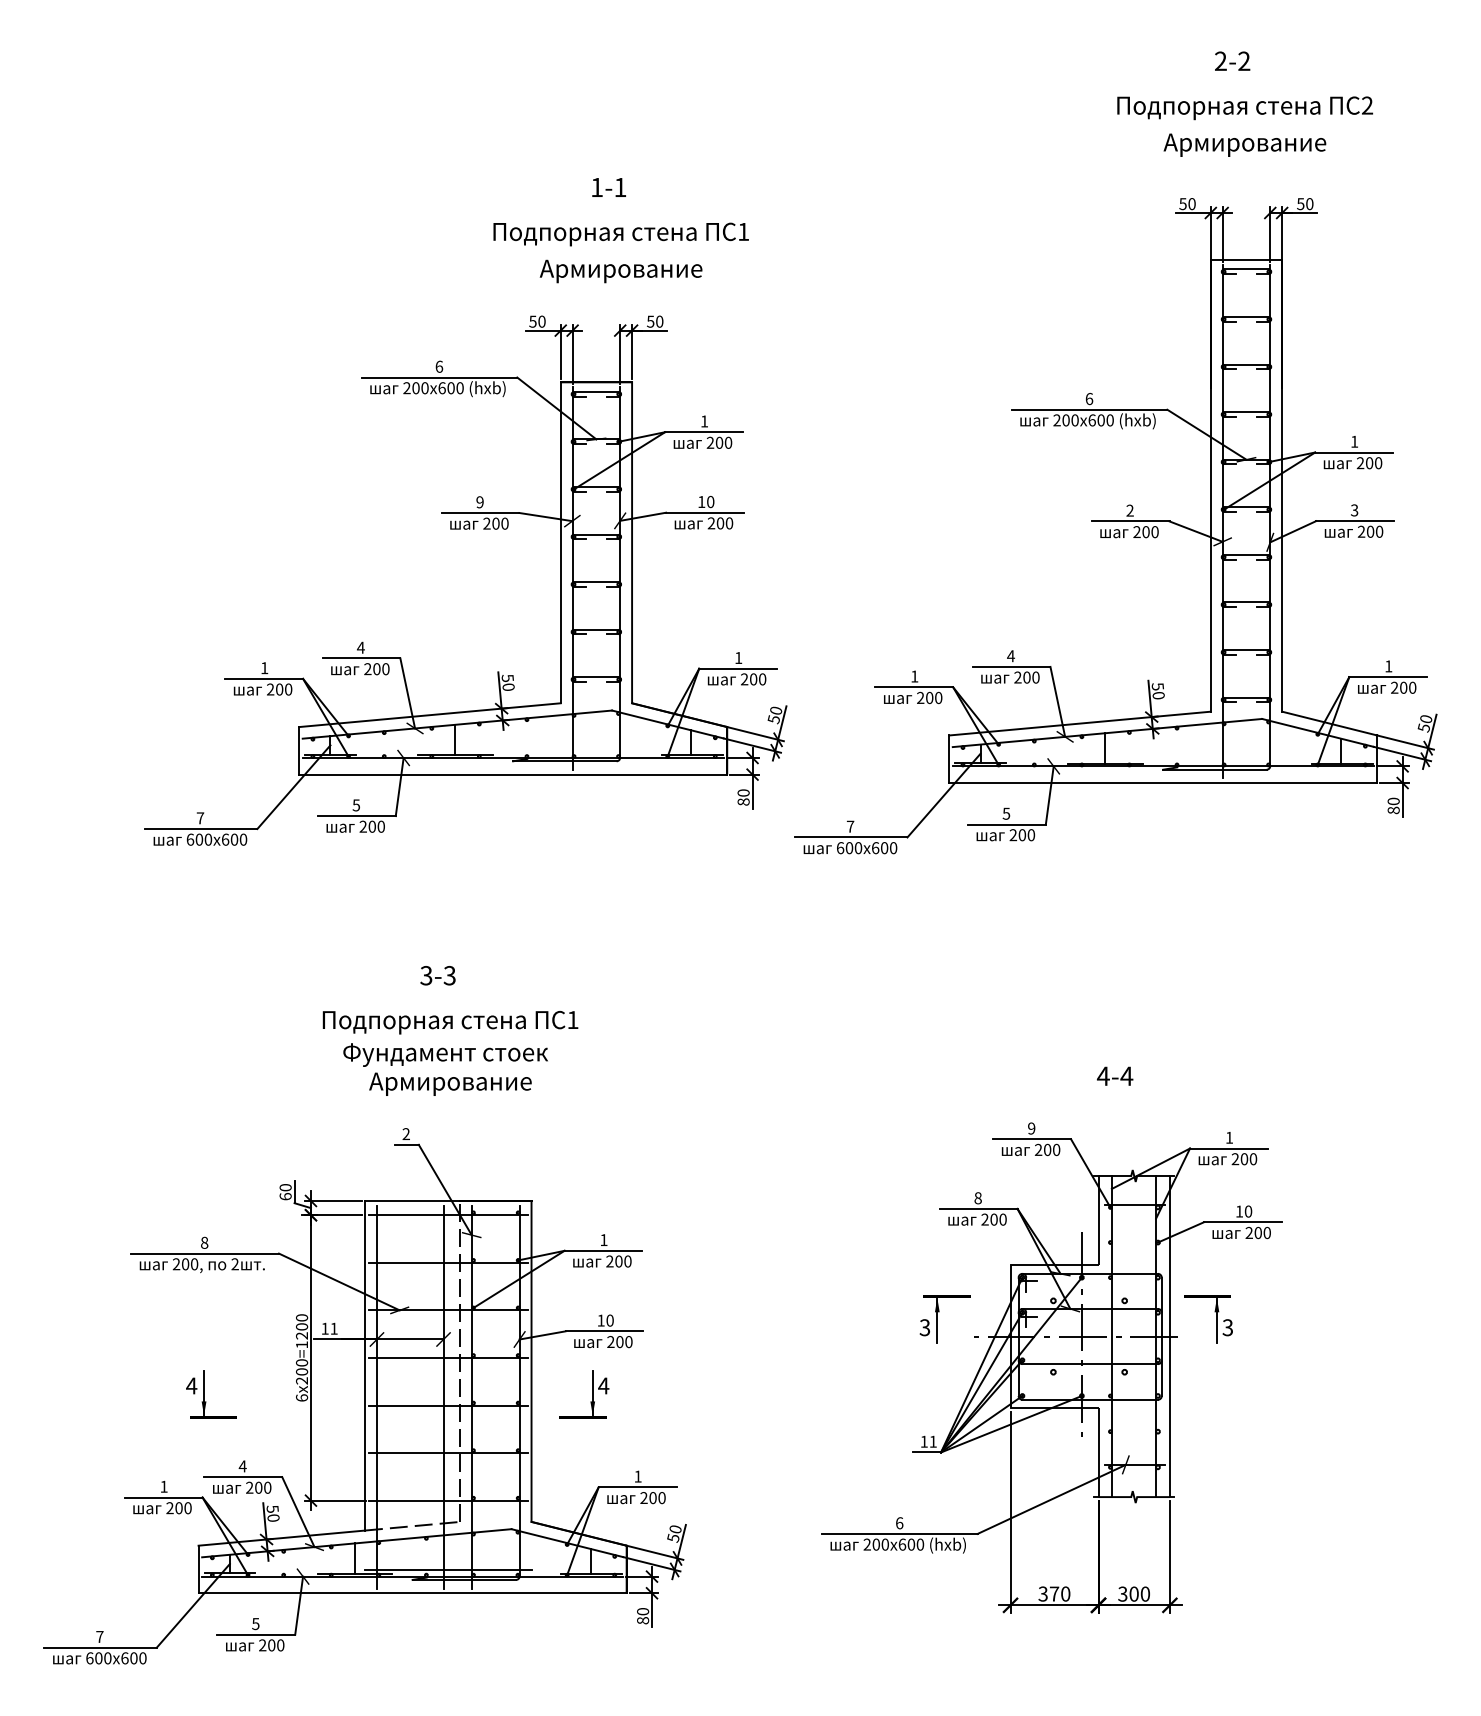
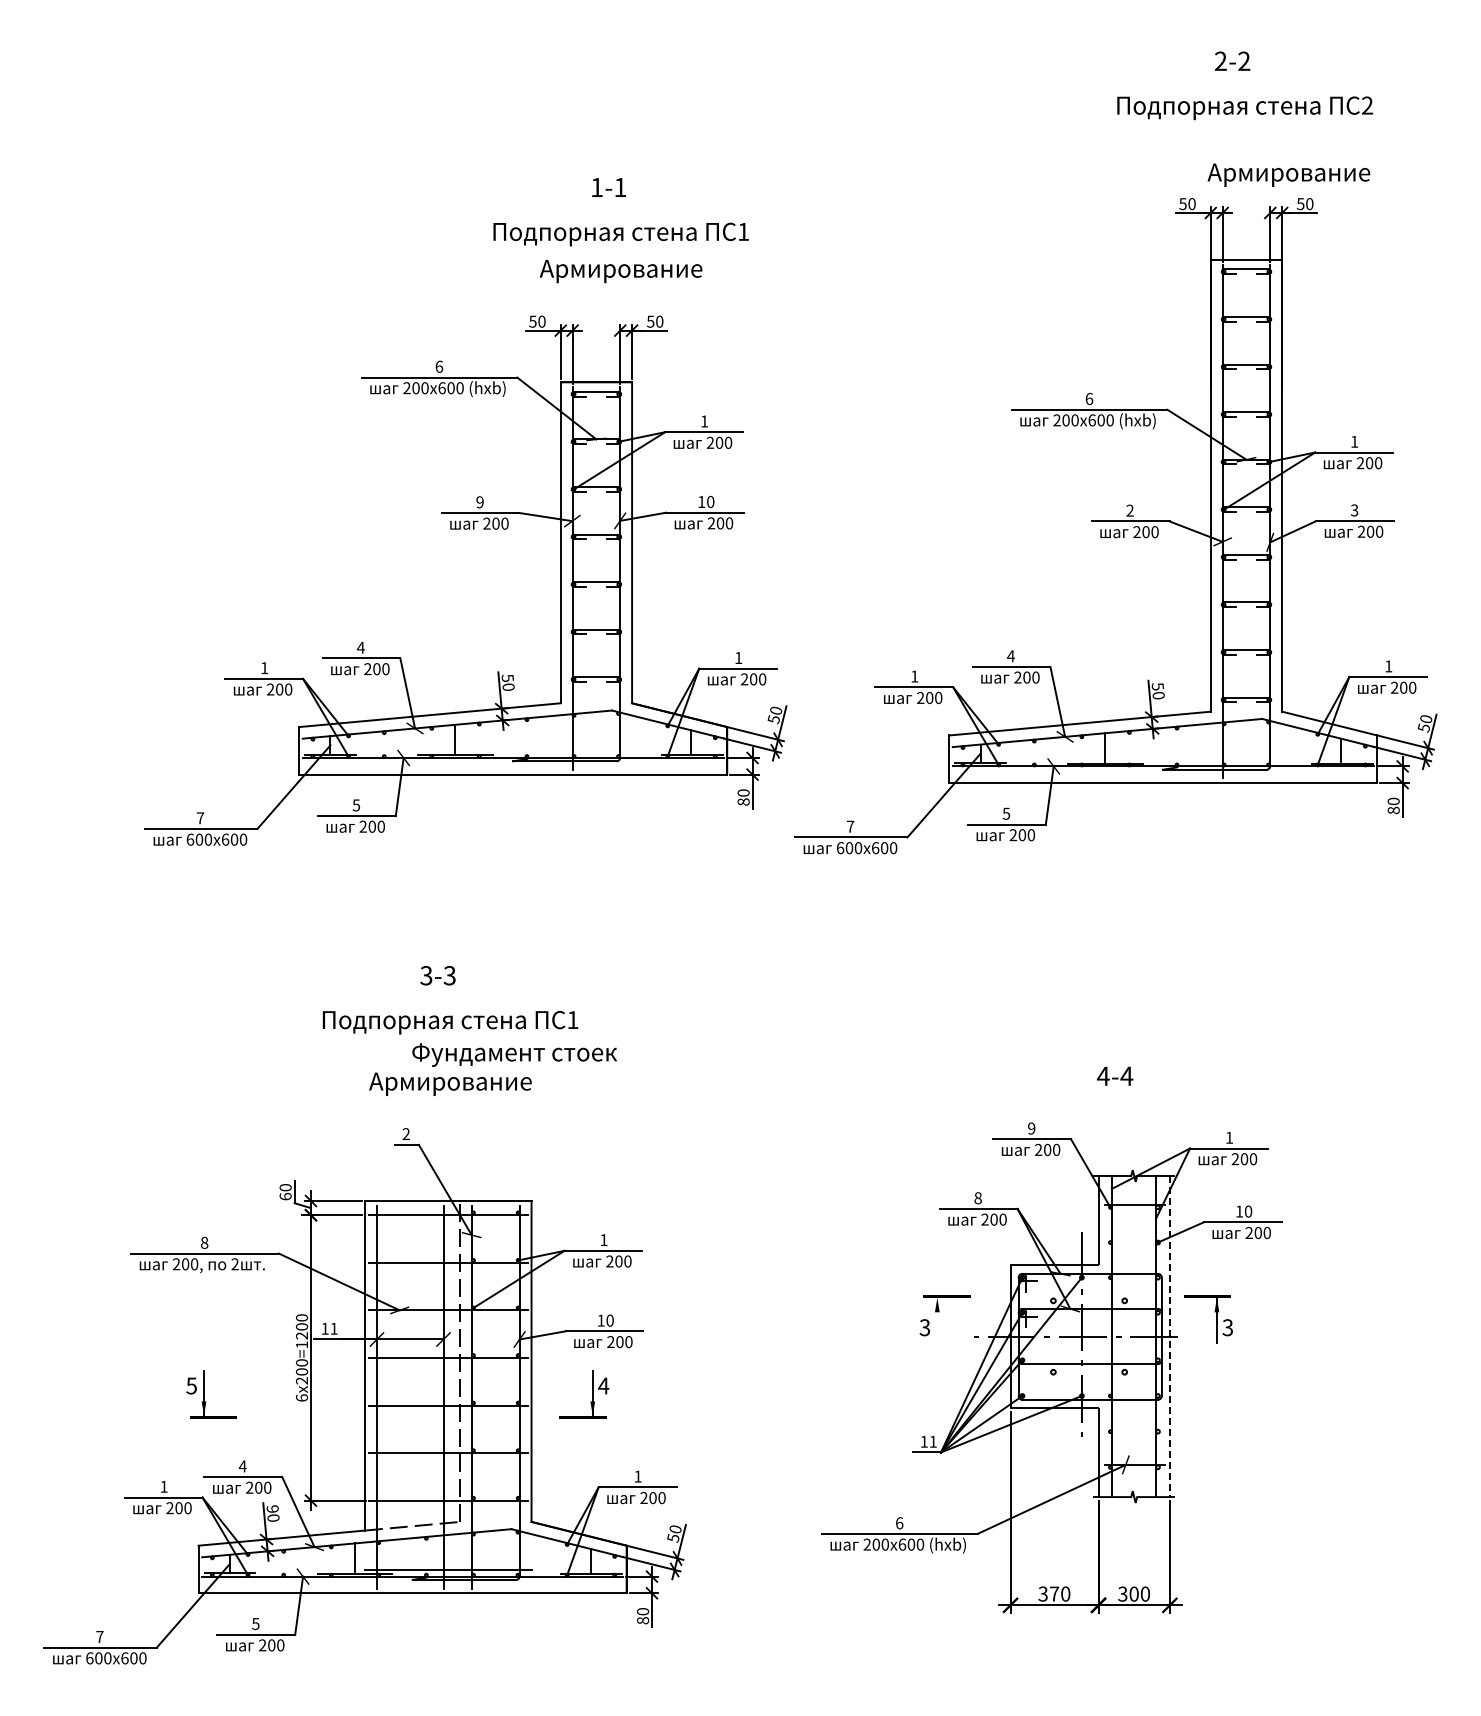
text at (1244, 144) position: (1244, 144) -> (1288, 174)
text at (445, 1054) position: (445, 1054) -> (514, 1054)
line at (937, 1320): present -> none
line at (1169, 1336): solid -> dashed
text at (191, 1385): 4 -> 5
text at (272, 1508): 50 -> 90
